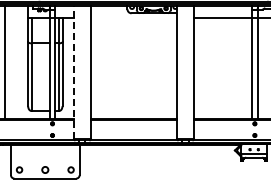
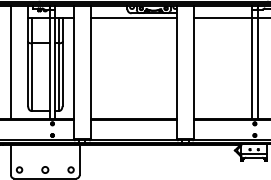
line at (133, 17): none -> present
line at (4, 62) position: (4, 62) -> (10, 62)
line at (73, 72): dashed -> solid
